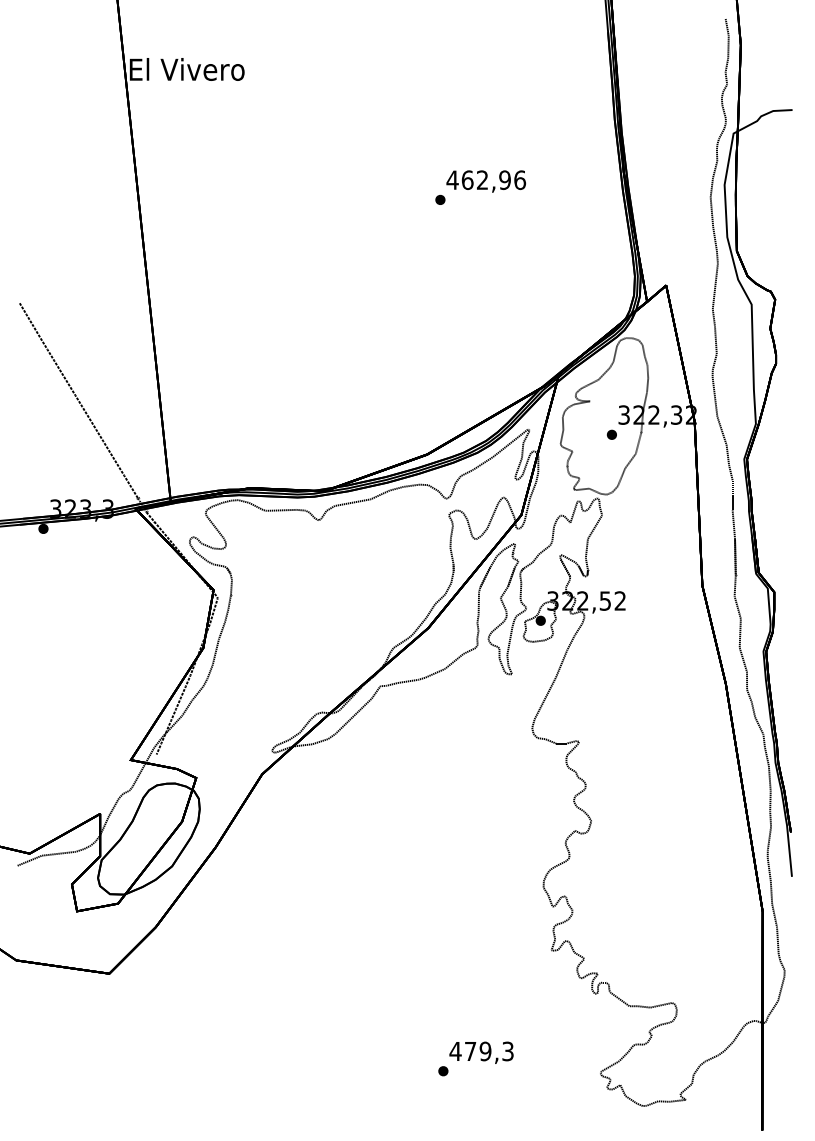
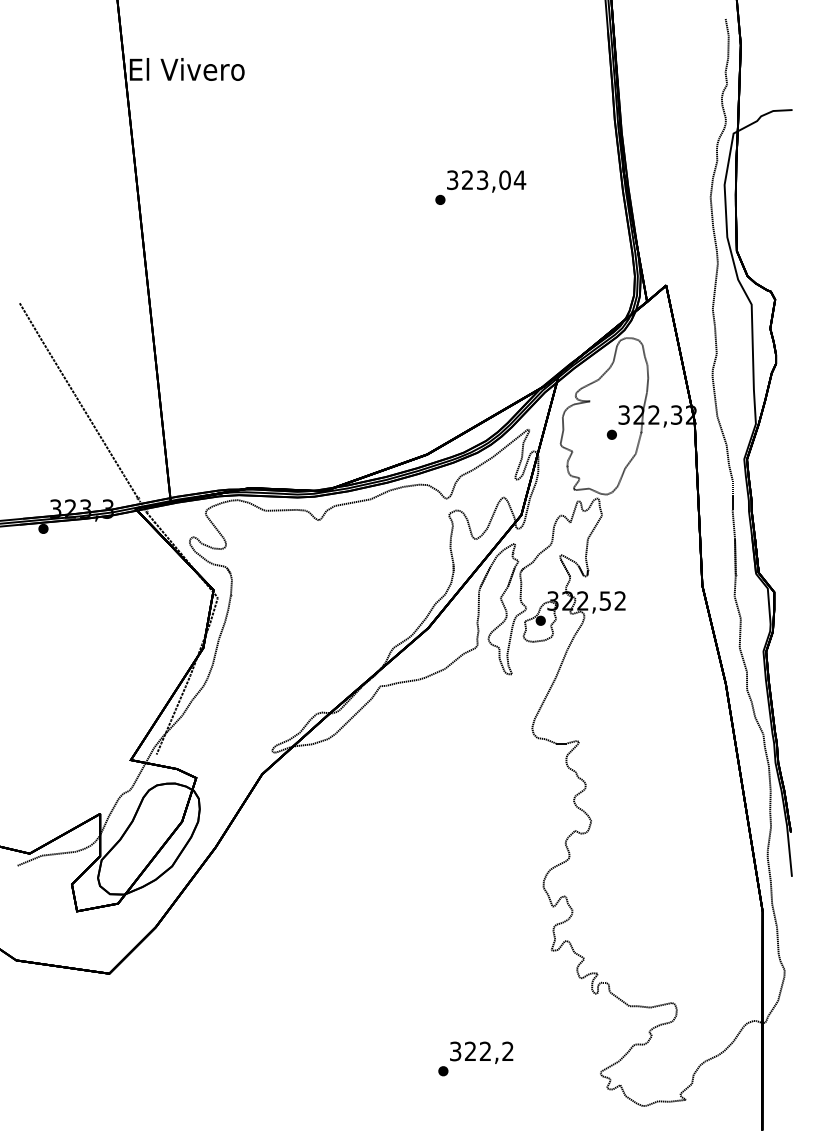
text at (486, 180): 462,96 -> 323,04
text at (481, 1051): 479,3 -> 322,2
